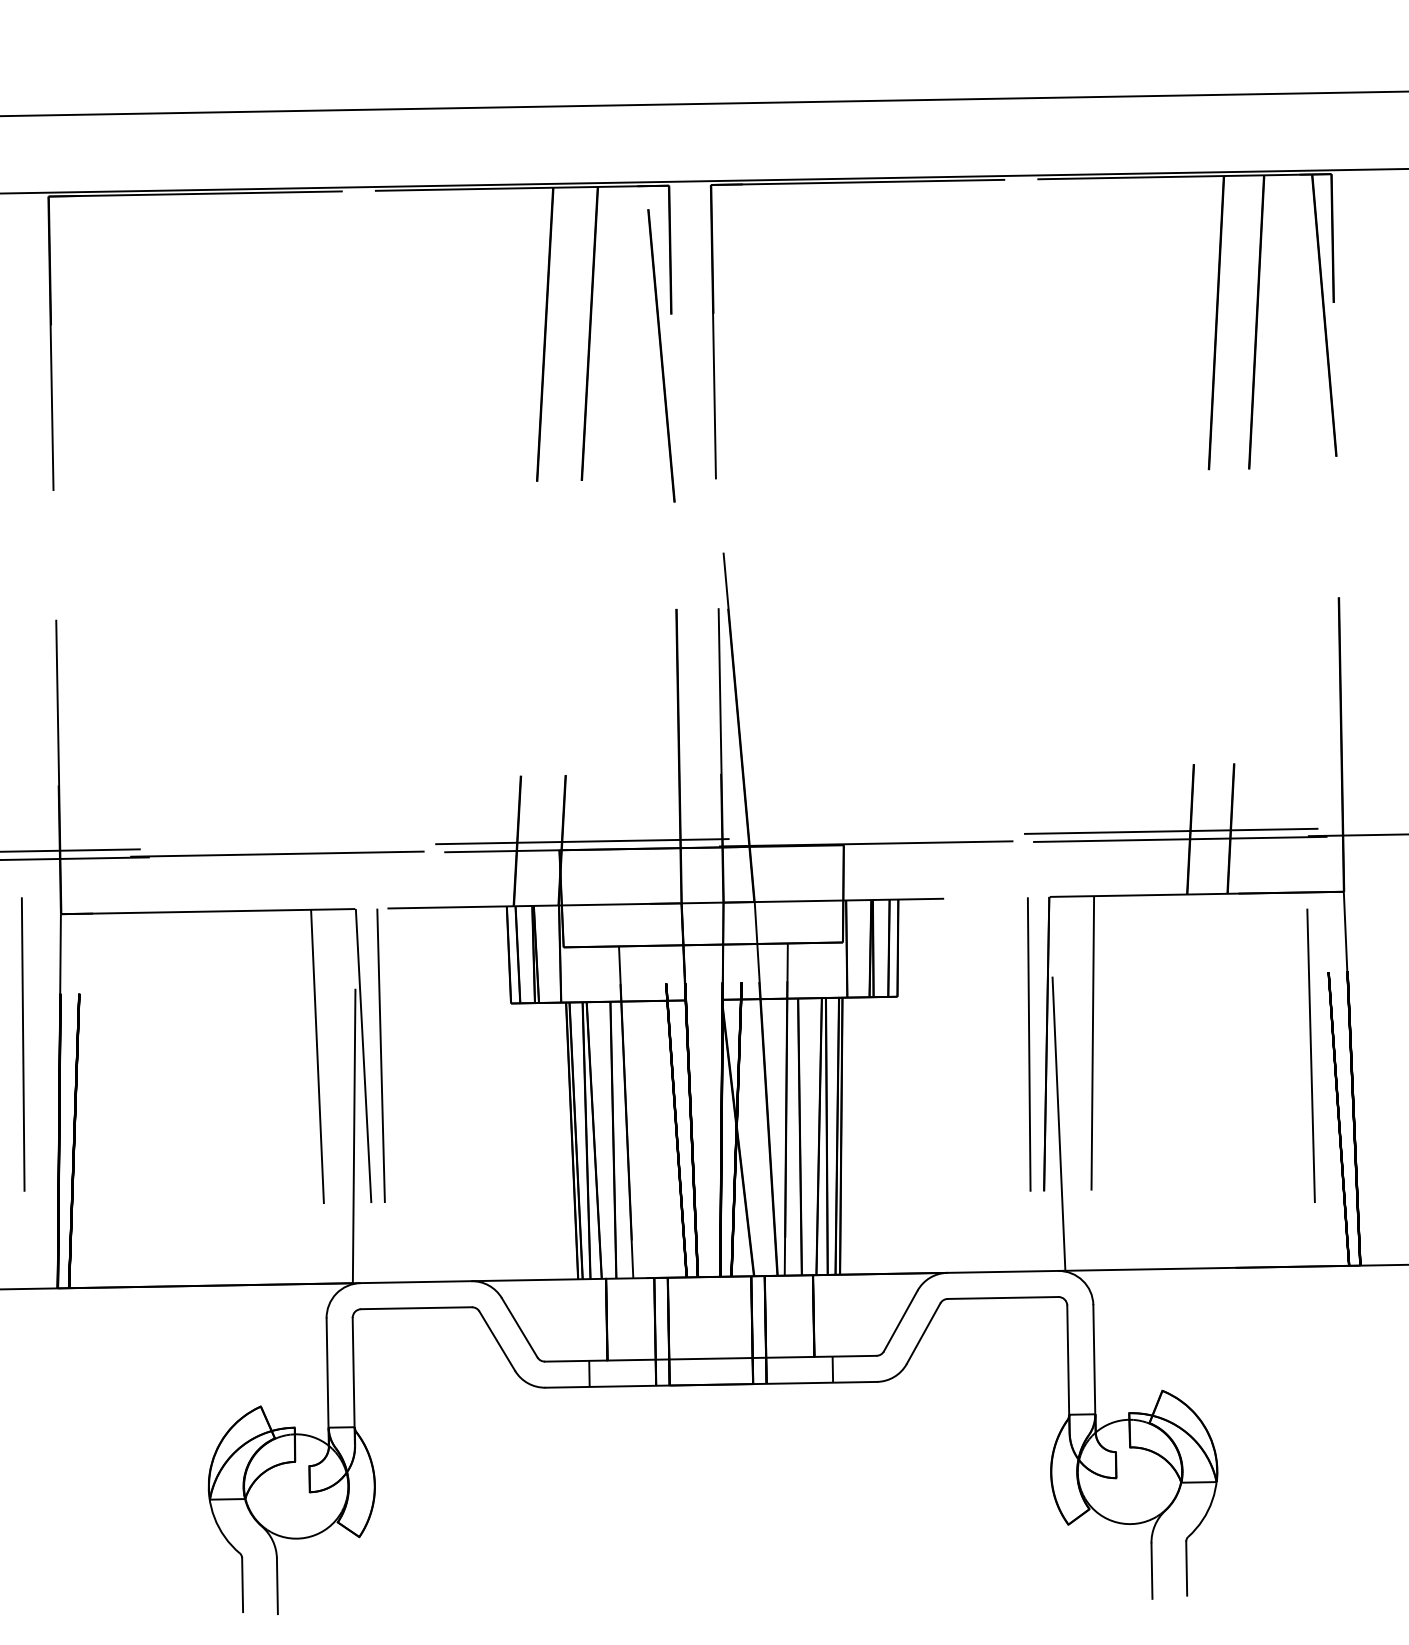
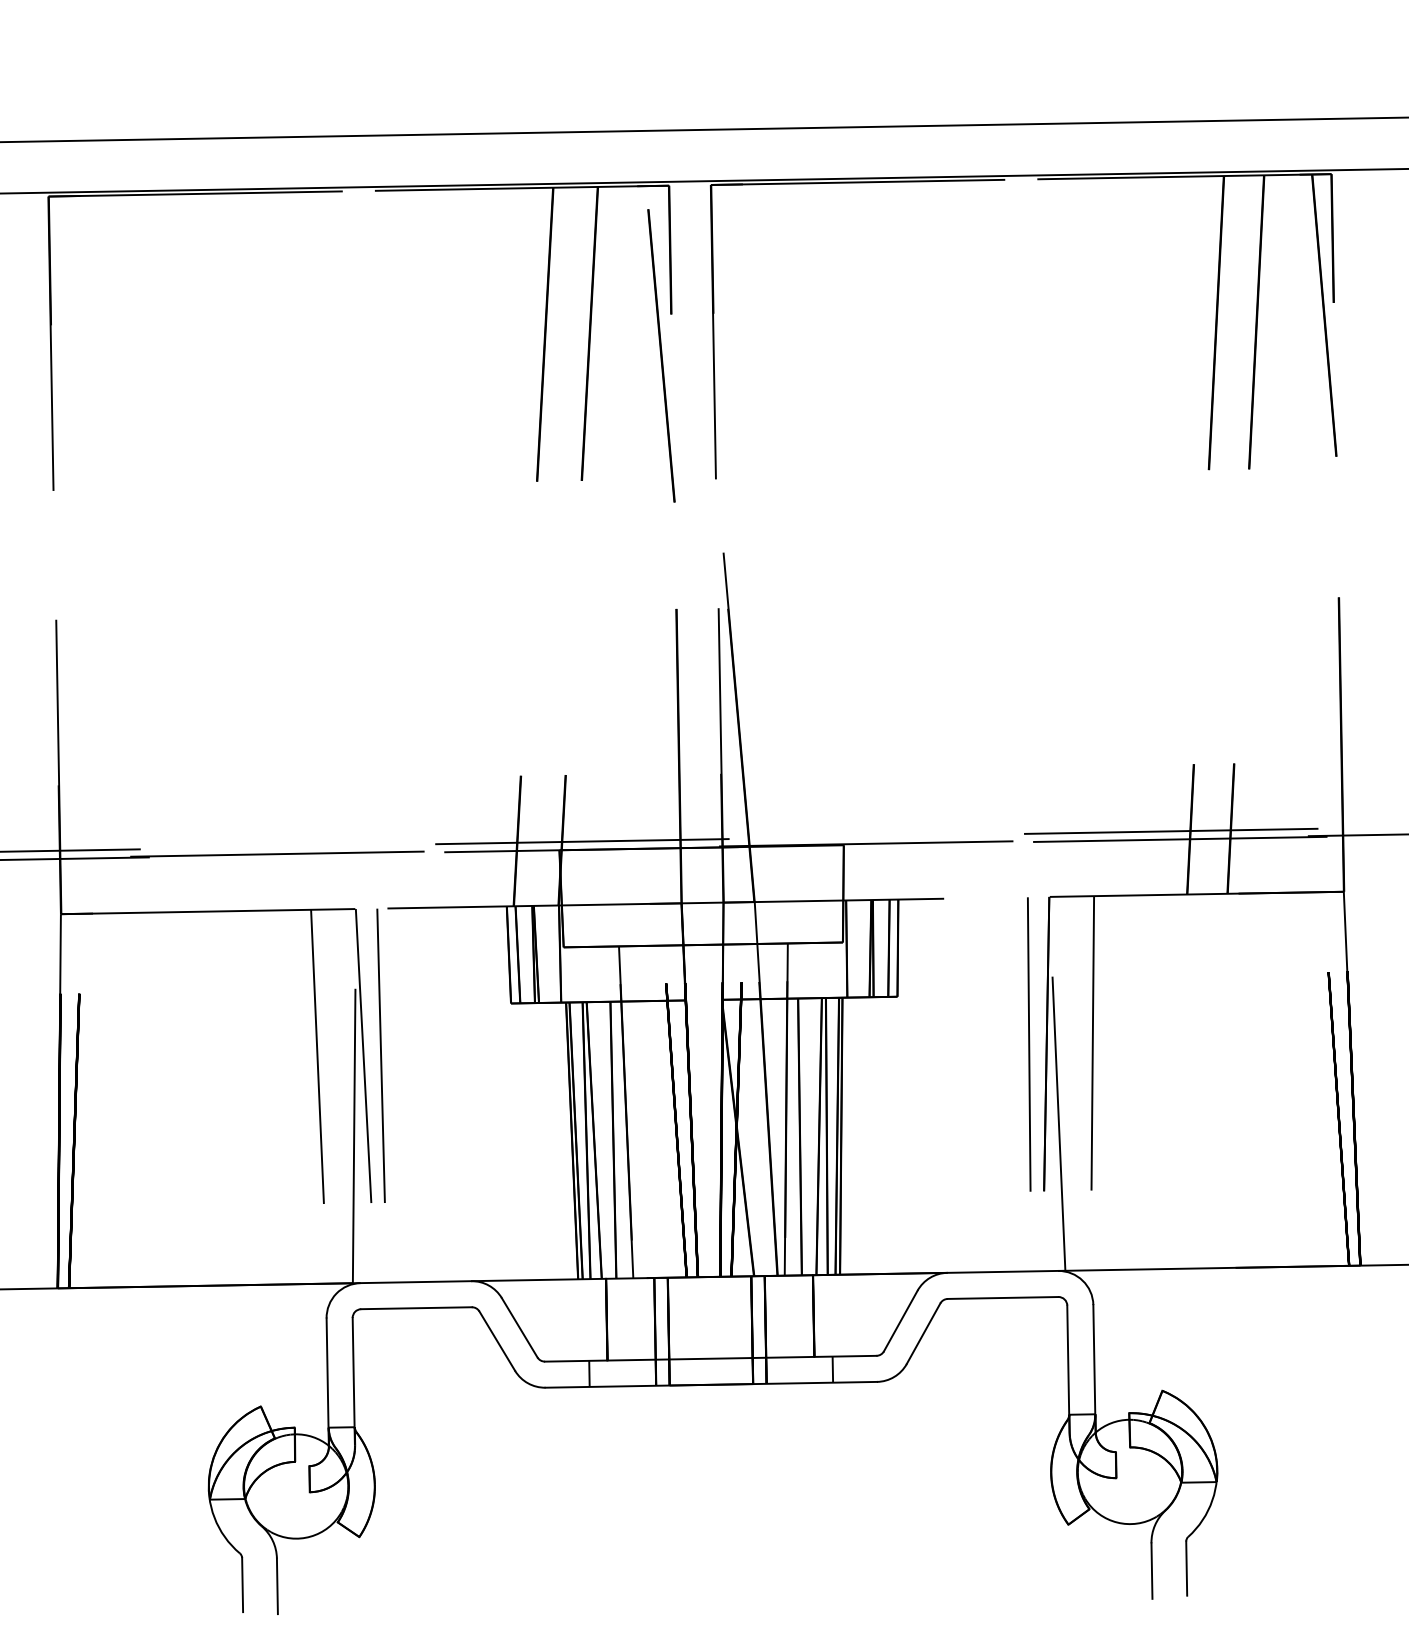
line at (703, 103) position: (703, 103) -> (703, 129)
line at (23, 1044): present -> none
line at (1310, 1055): present -> none
